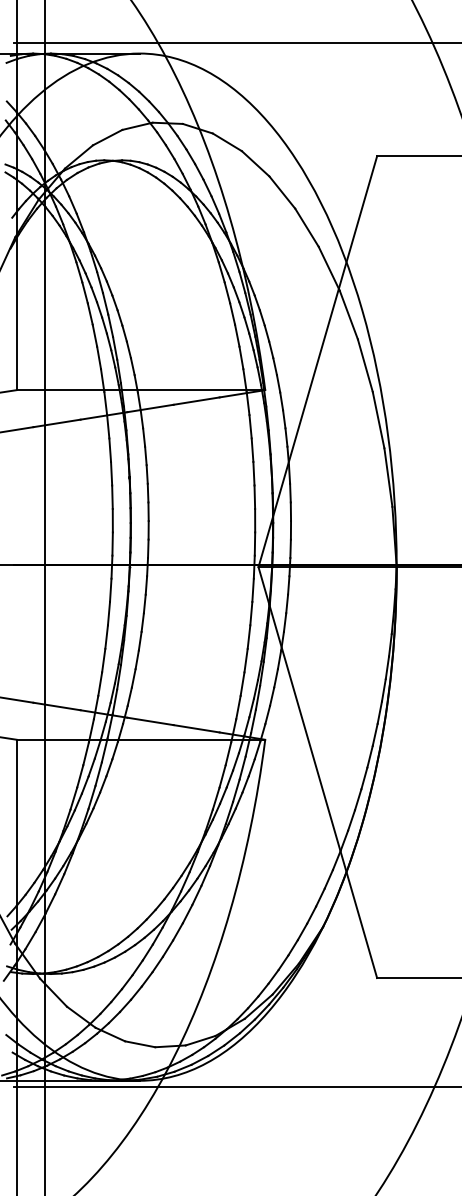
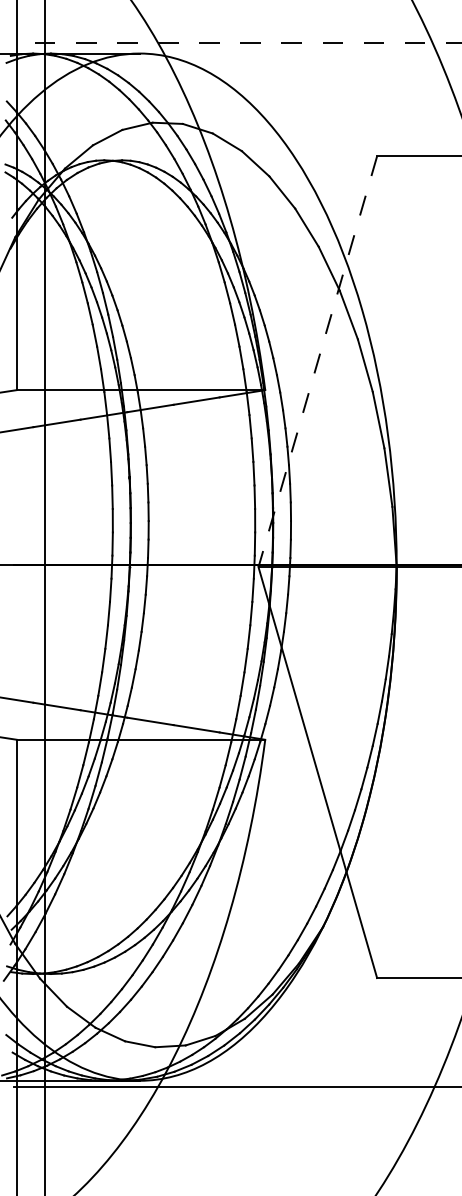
line at (237, 43): solid -> dashed
line at (317, 361): solid -> dashed
